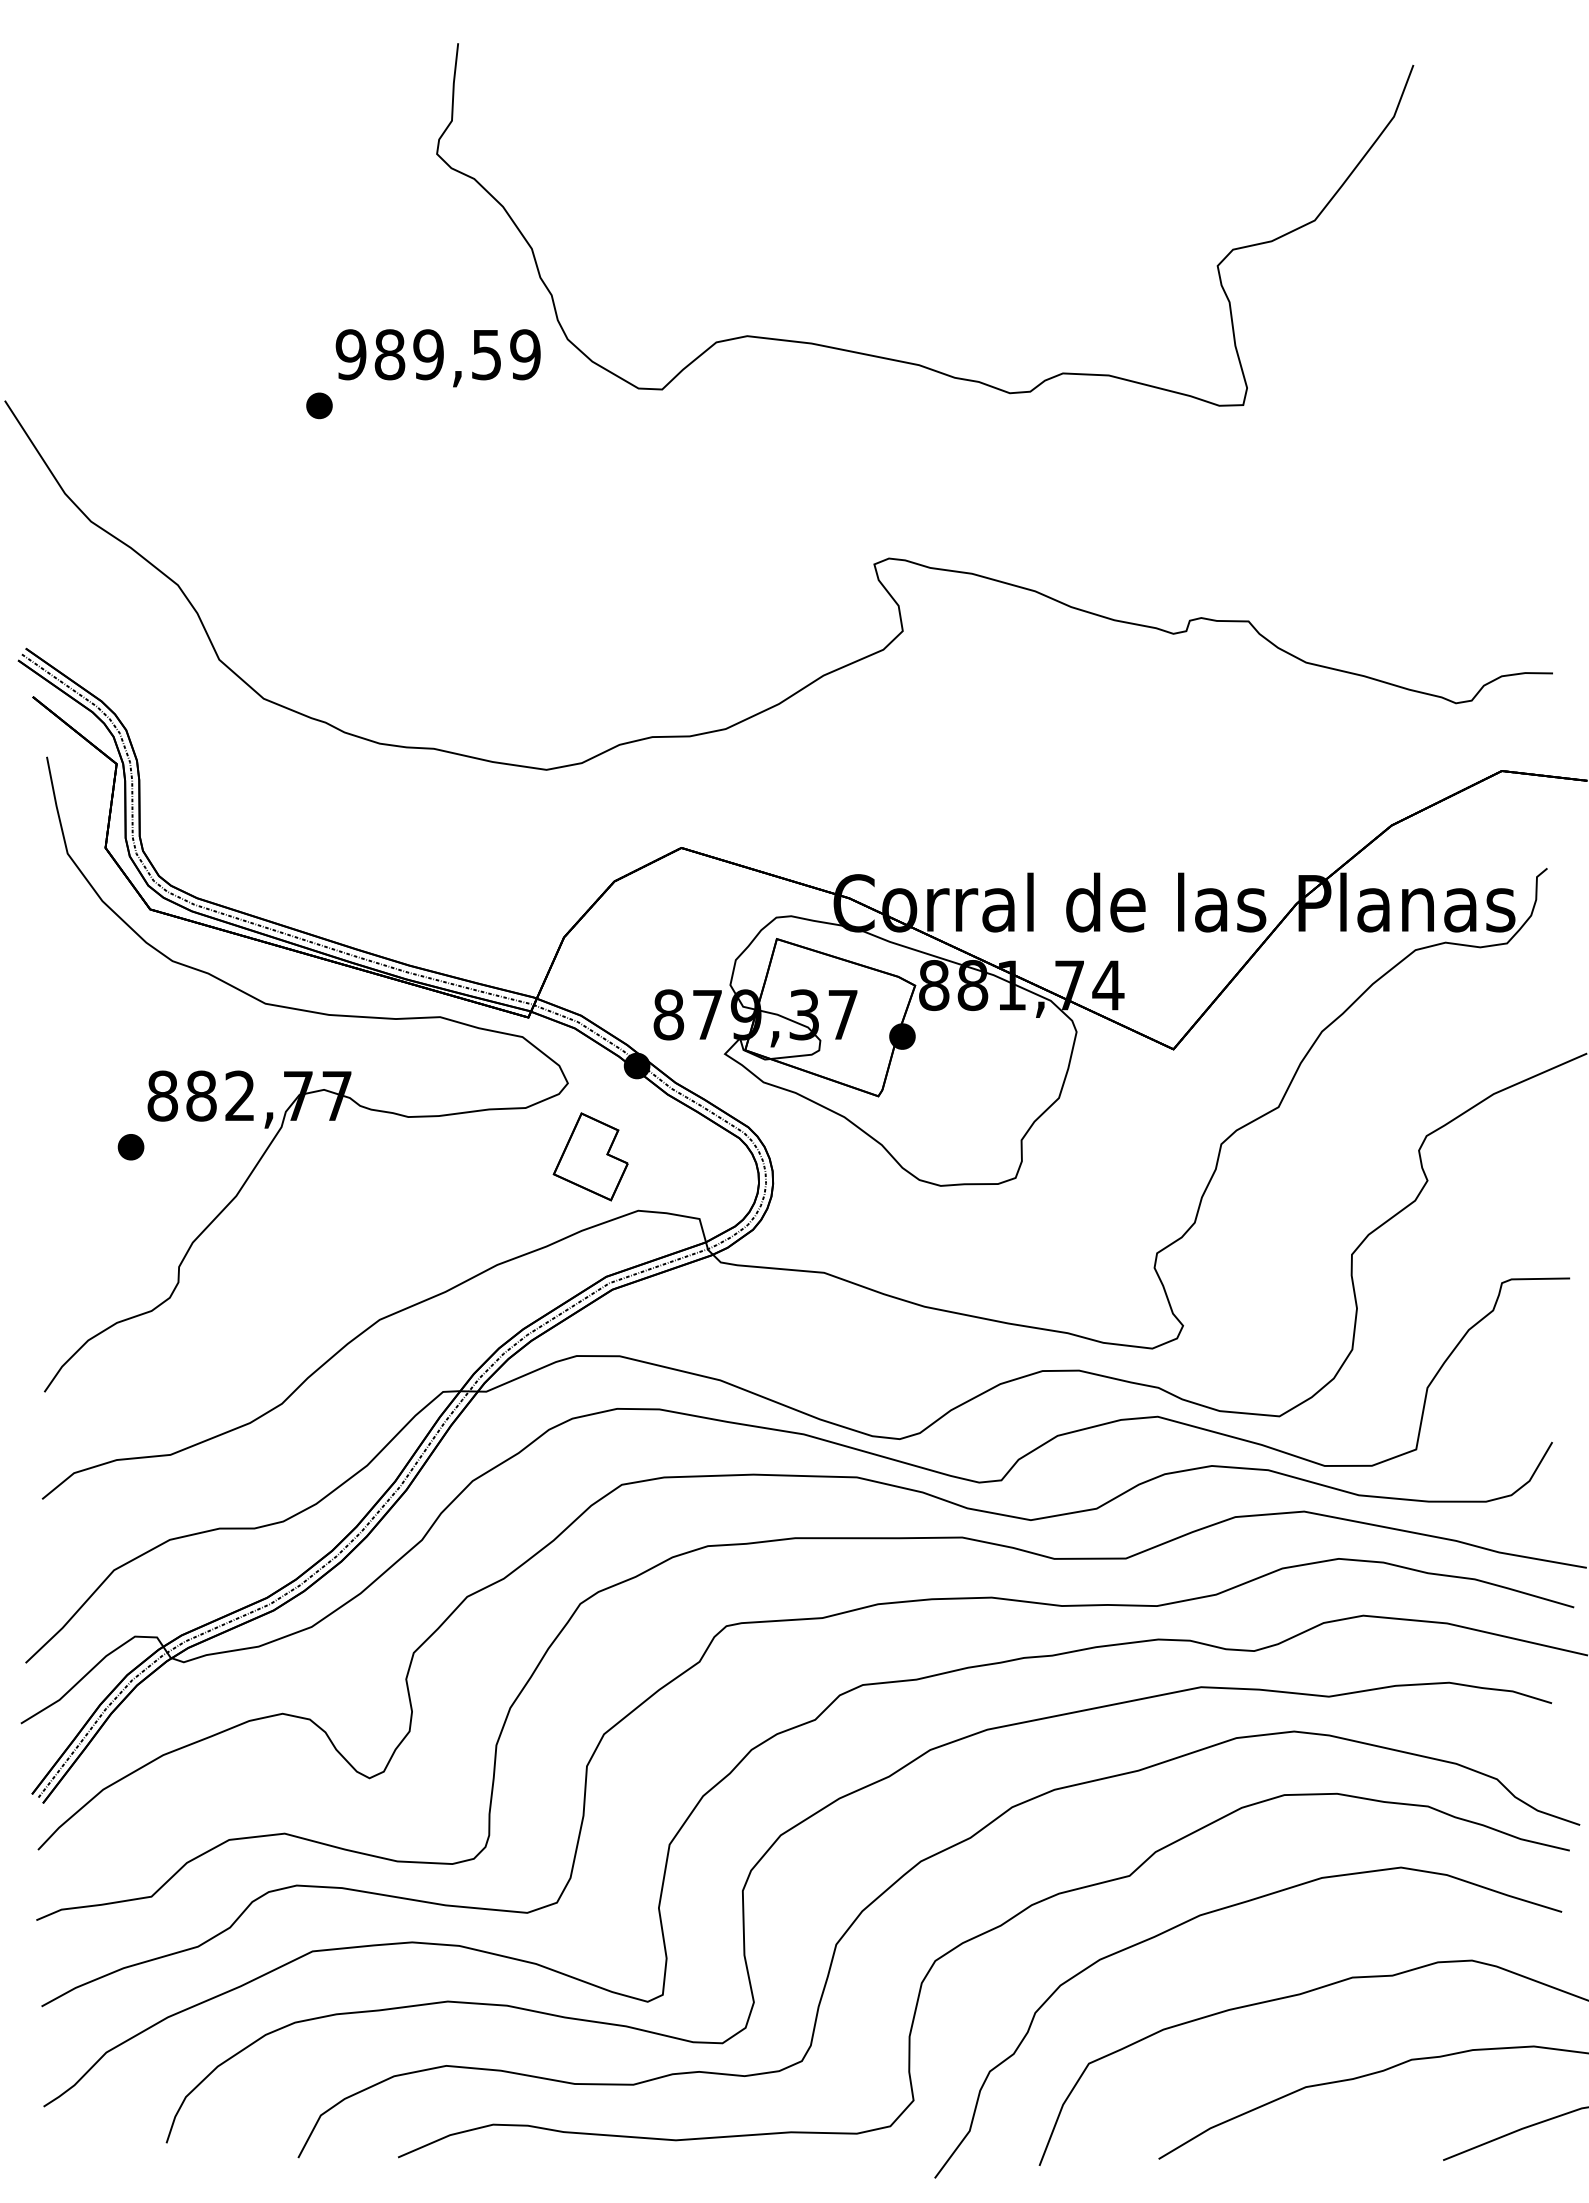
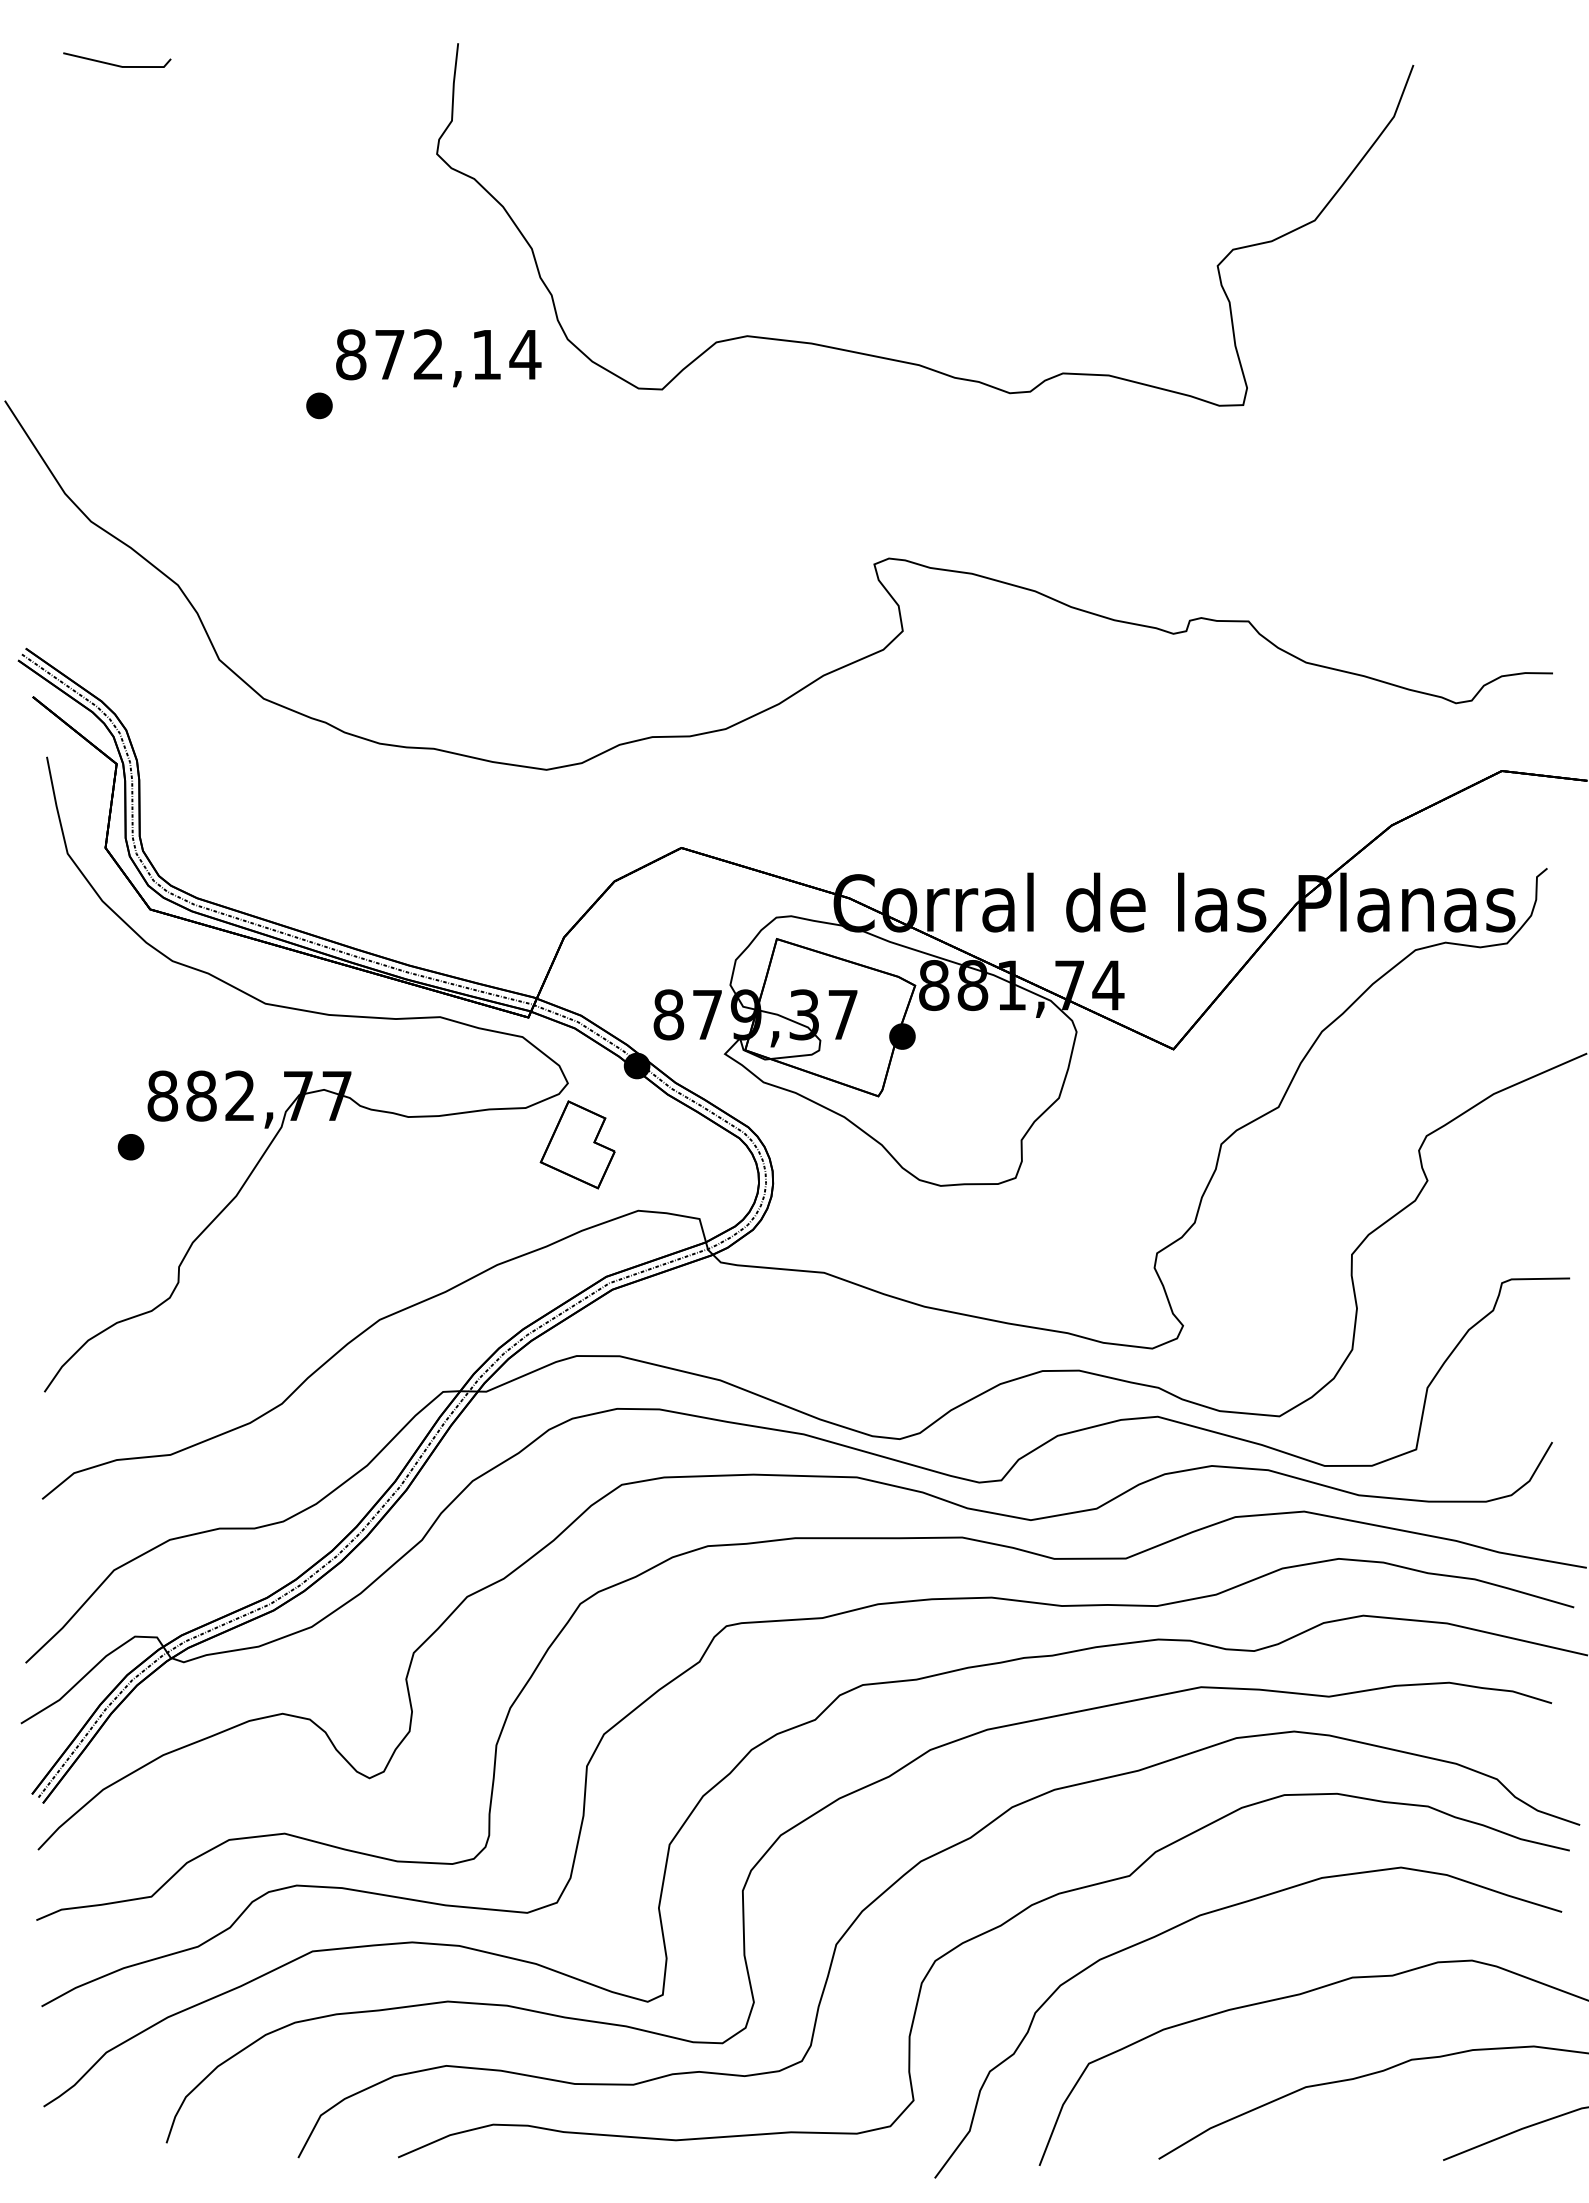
line at (117, 64): none -> present
text at (438, 354): 989,59 -> 872,14
part at (590, 1156) position: (590, 1156) -> (577, 1144)
